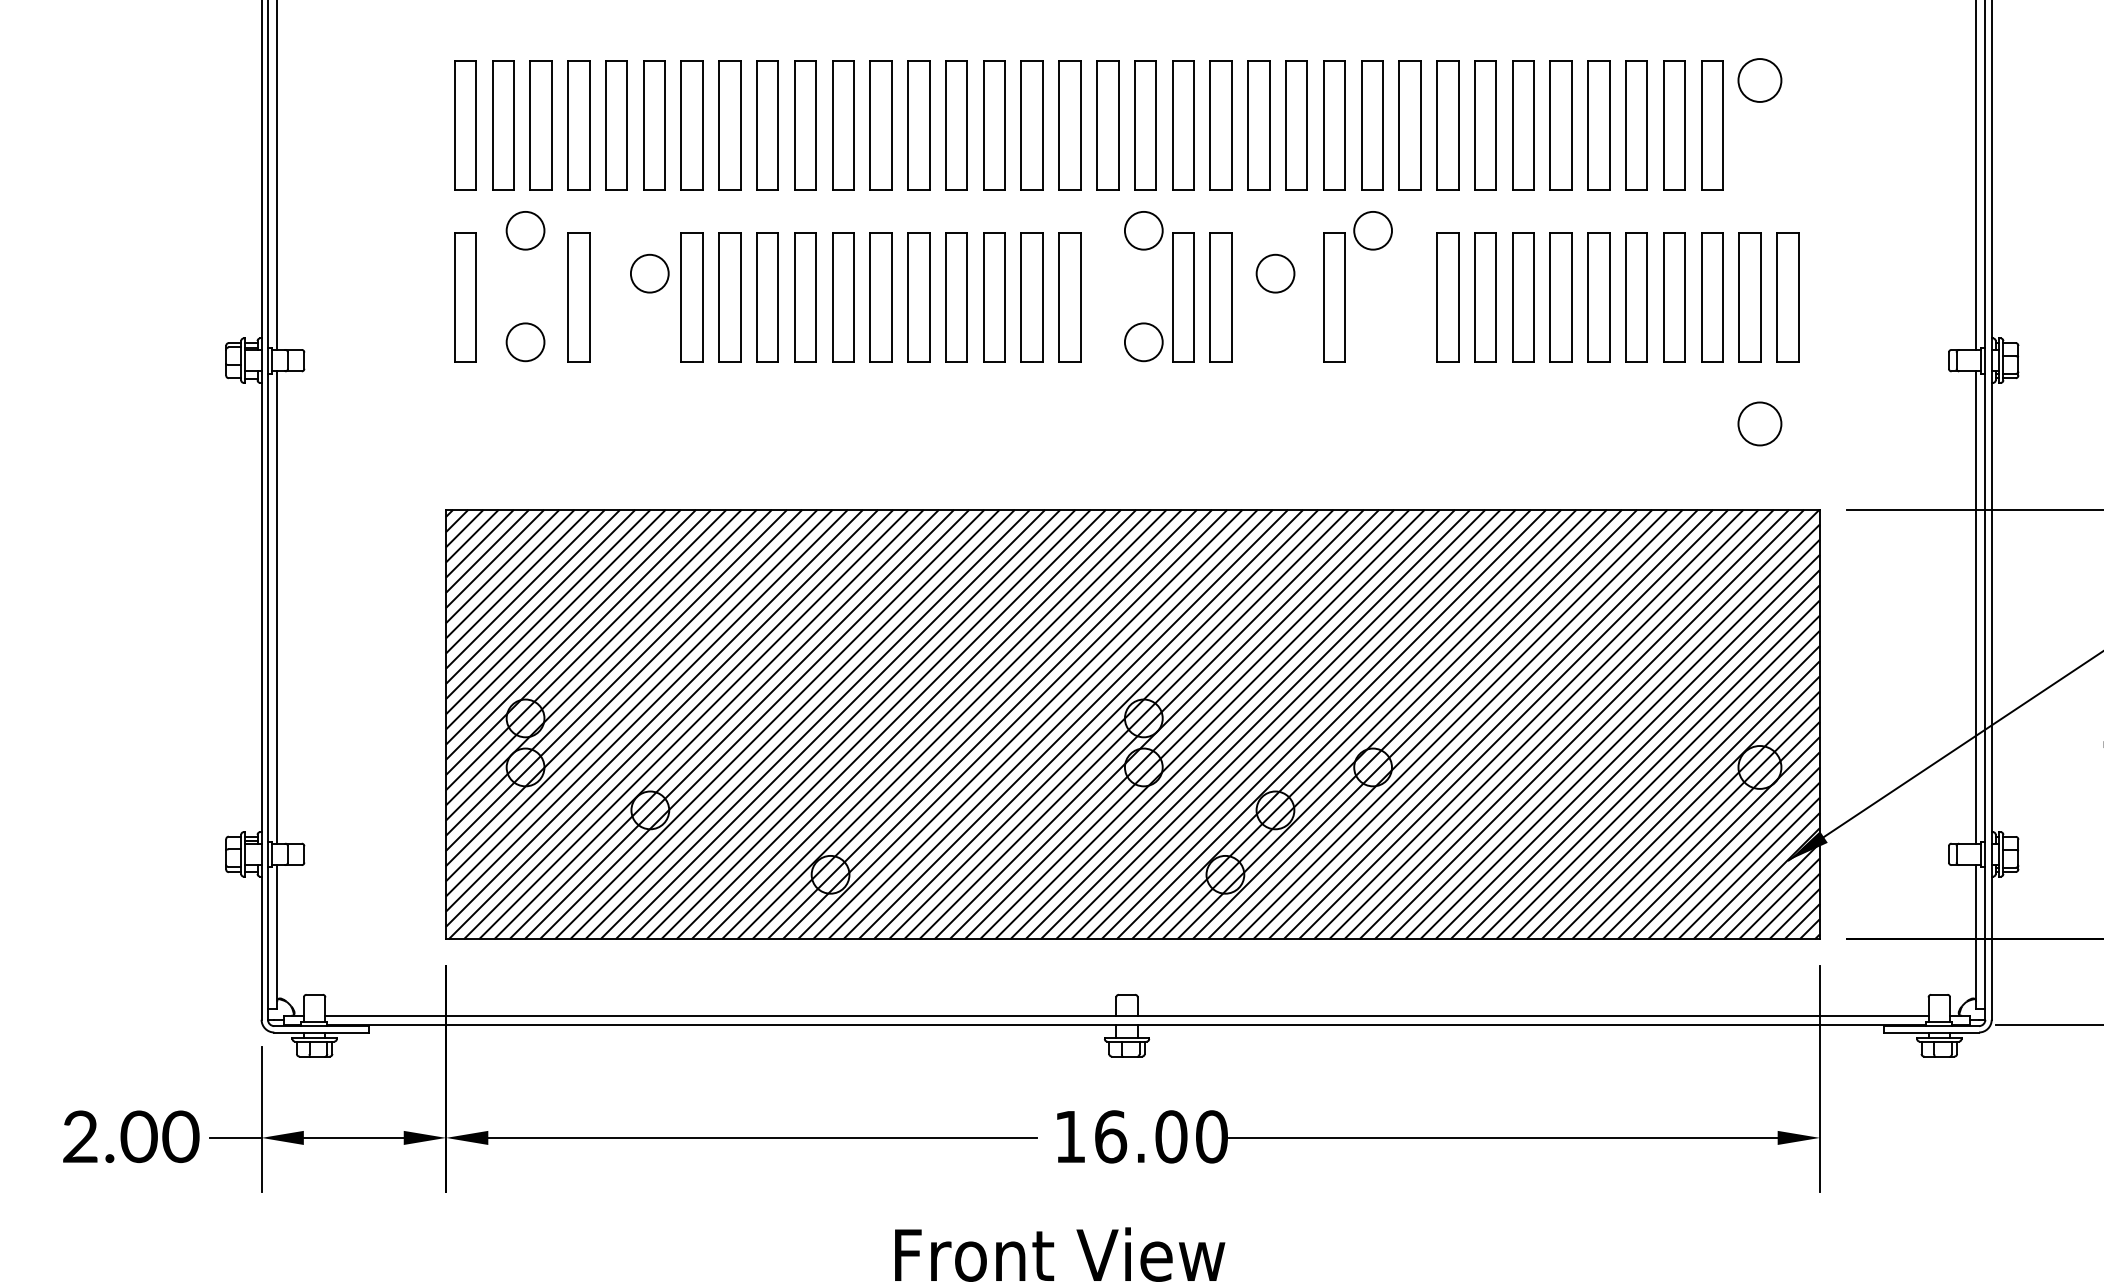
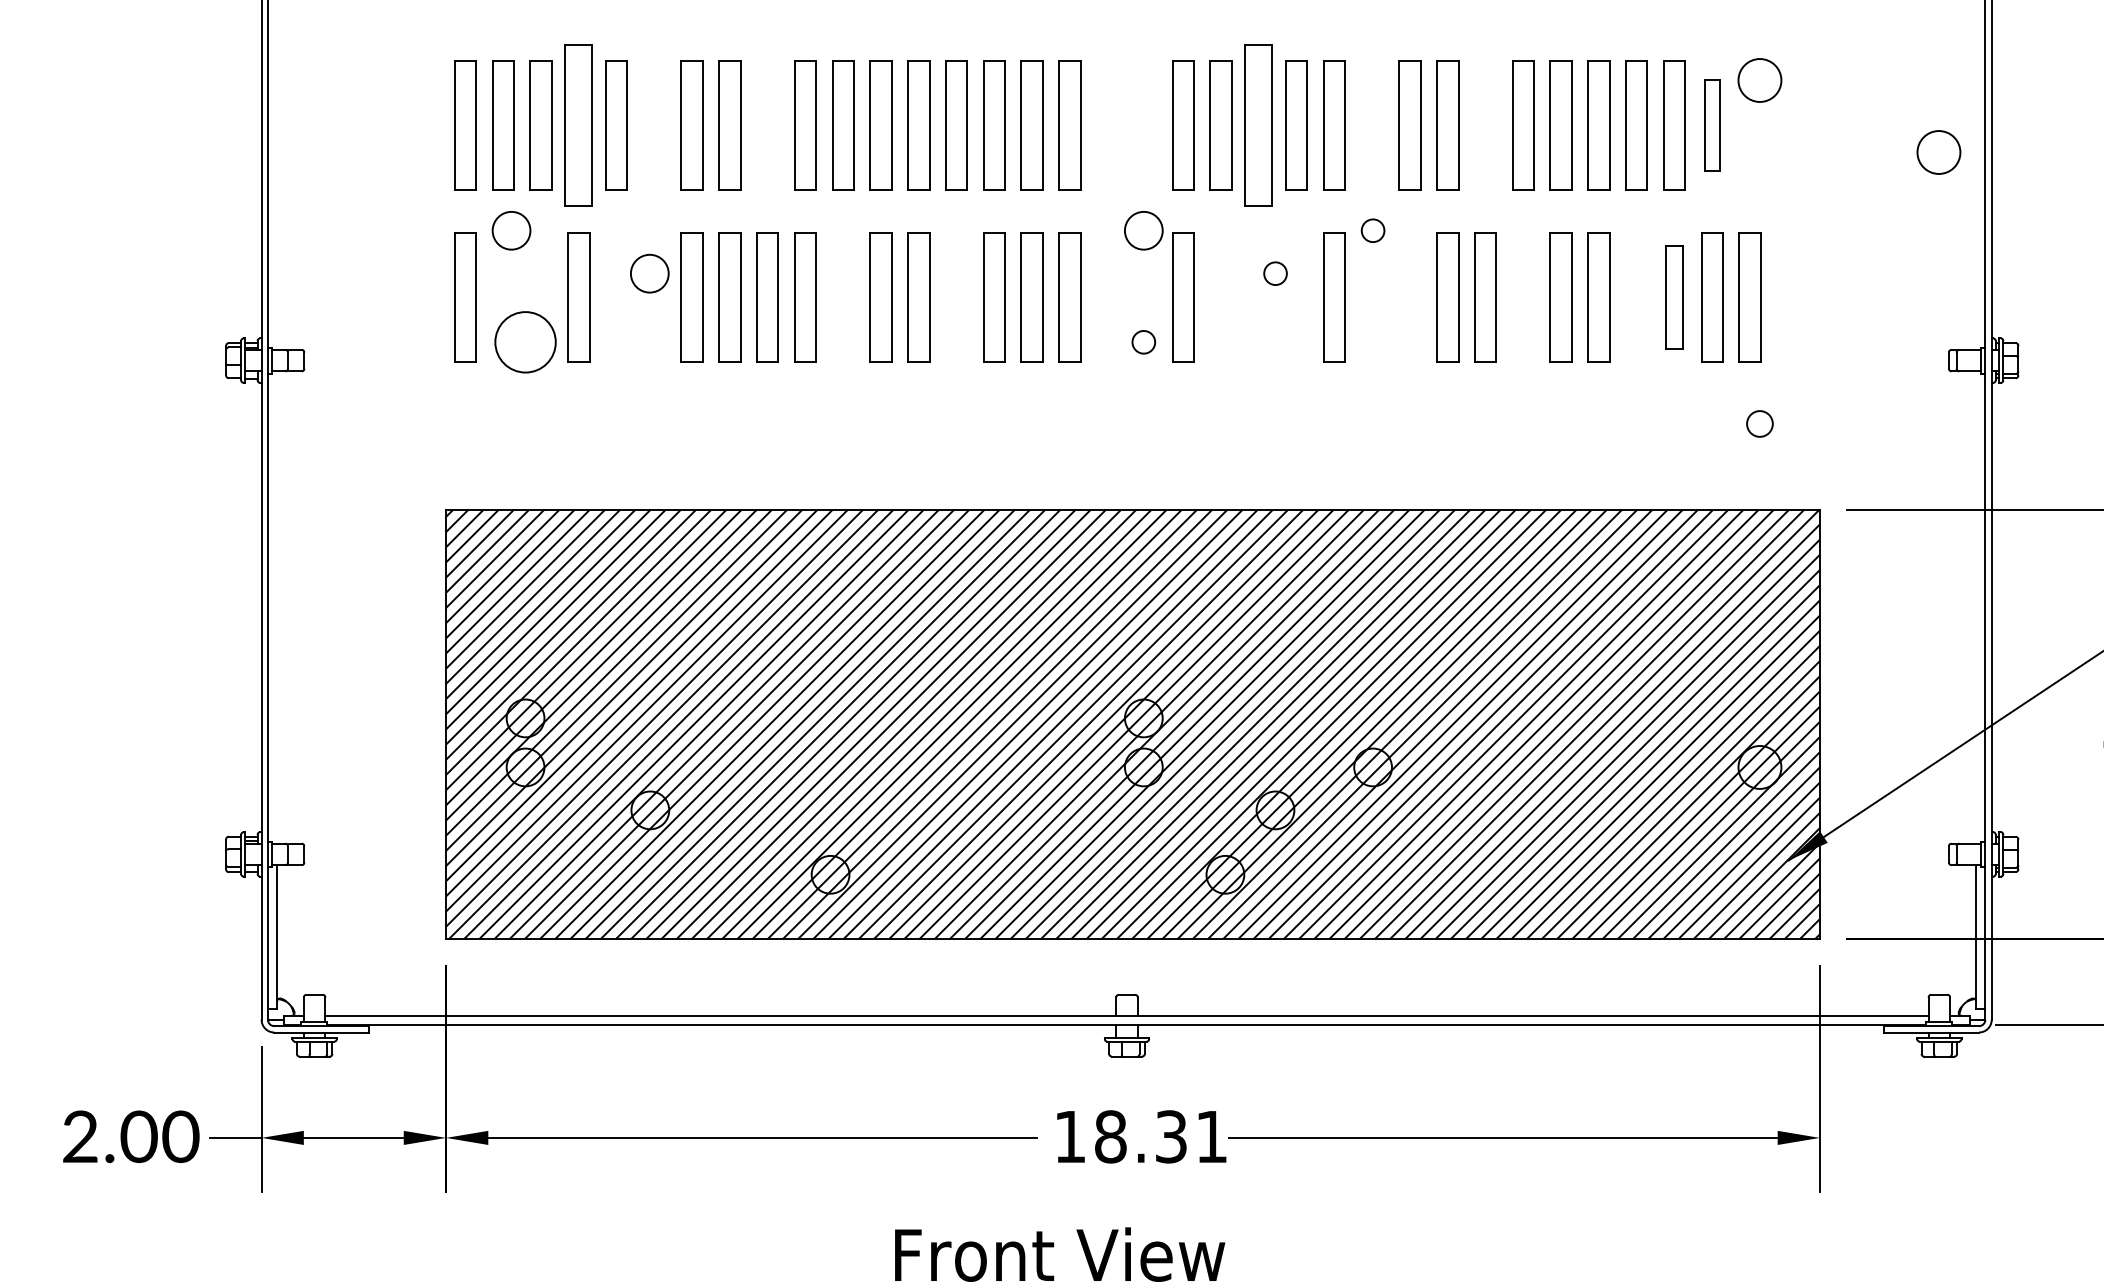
part at (578, 125) size: 24x131 px -> 29x163 px
part at (654, 125): present -> none
part at (767, 125): present -> none
part at (1107, 125): present -> none
part at (1145, 125): present -> none
part at (1258, 125) size: 24x131 px -> 29x163 px
part at (1372, 125): present -> none
part at (1485, 125): present -> none
part at (1712, 125) size: 23x131 px -> 17x93 px
circle at (1938, 152): none -> present
line at (277, 175): present -> none
line at (1976, 175): present -> none
circle at (525, 230) position: (525, 230) -> (511, 230)
circle at (1373, 230) diameter: 38 px -> 23 px
circle at (1275, 273) diameter: 38 px -> 23 px
part at (843, 297): present -> none
part at (956, 297): present -> none
part at (1220, 297): present -> none
part at (1523, 297): present -> none
part at (1636, 297): present -> none
part at (1674, 297) size: 23x131 px -> 19x105 px
part at (1787, 297): present -> none
circle at (525, 342) diameter: 38 px -> 60 px
circle at (1143, 342) diameter: 38 px -> 23 px
circle at (1759, 423) diameter: 43 px -> 26 px
line at (277, 607): present -> none
line at (1976, 607): present -> none
text at (1161, 1136): 16.00 -> 18.31
